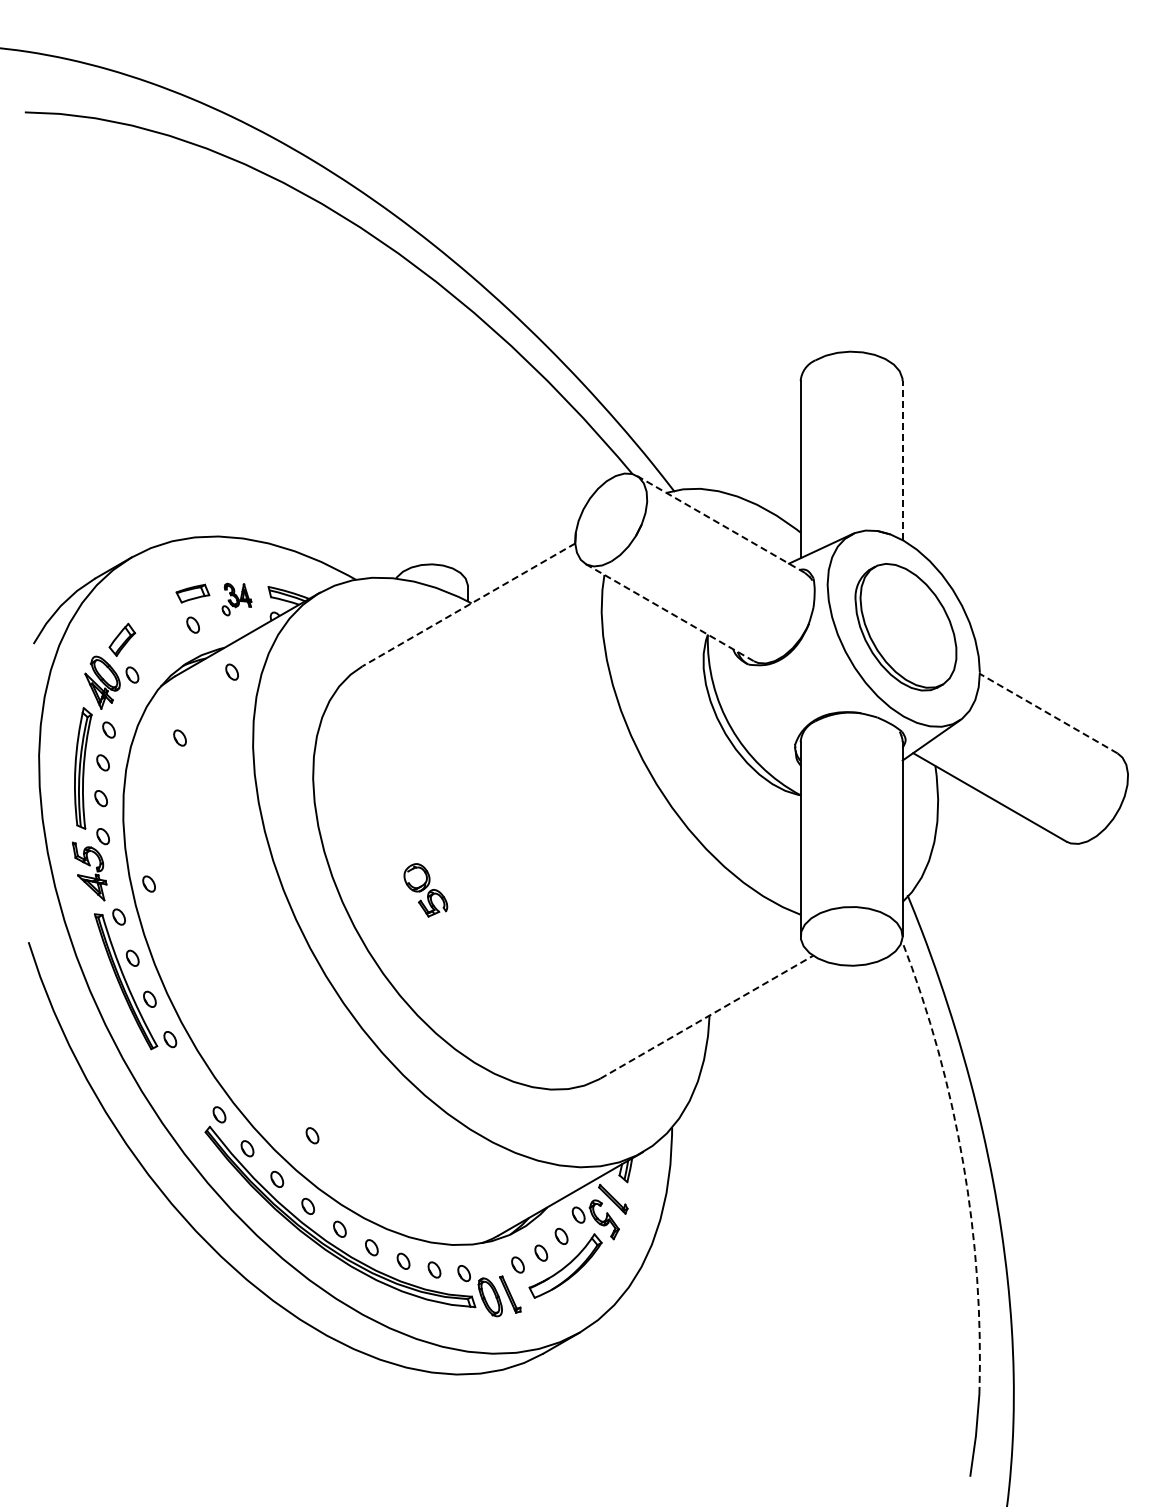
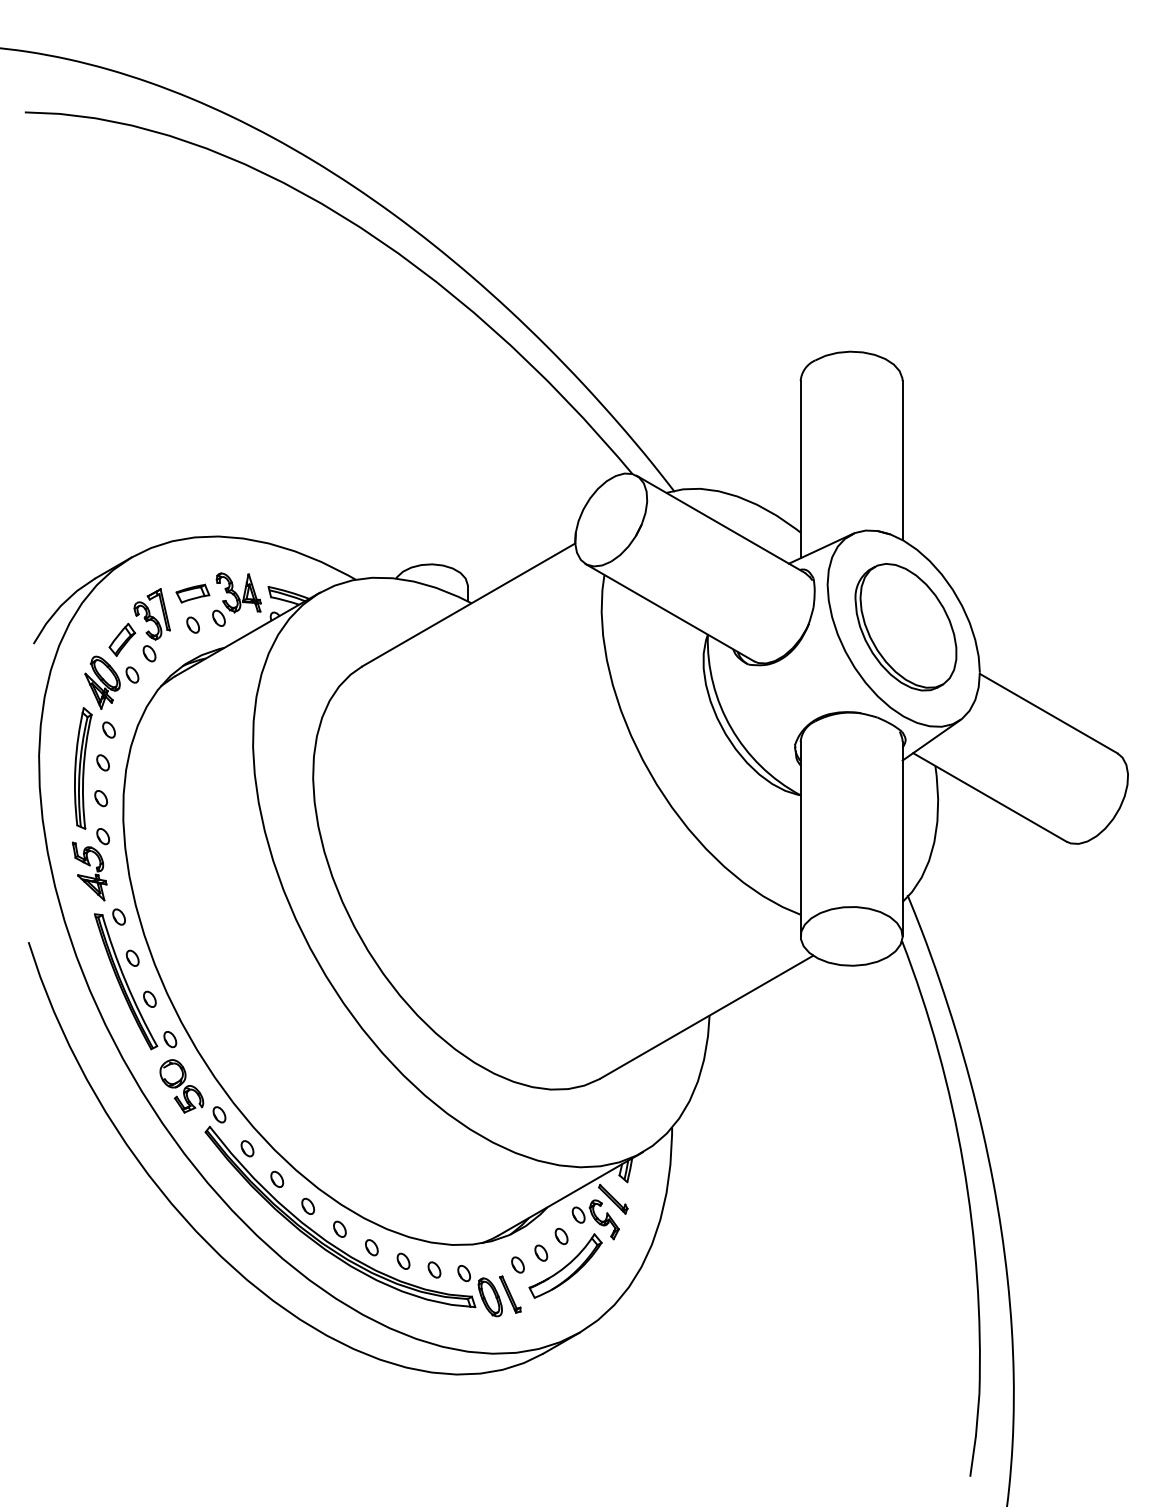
line at (902, 460): dashed -> solid
line at (720, 524): dashed -> solid
part at (236, 599) size: 32x35 px -> 50x55 px
line at (468, 604): dashed -> solid
line at (670, 612): dashed -> solid
part at (151, 625): none -> present
part at (231, 671): present -> none
line at (1048, 713): dashed -> solid
part at (179, 737): present -> none
part at (148, 883): present -> none
part at (425, 890) position: (425, 890) -> (181, 1086)
line at (706, 1017): dashed -> solid
part at (312, 1135): present -> none
arc at (963, 1163): dashed -> solid
